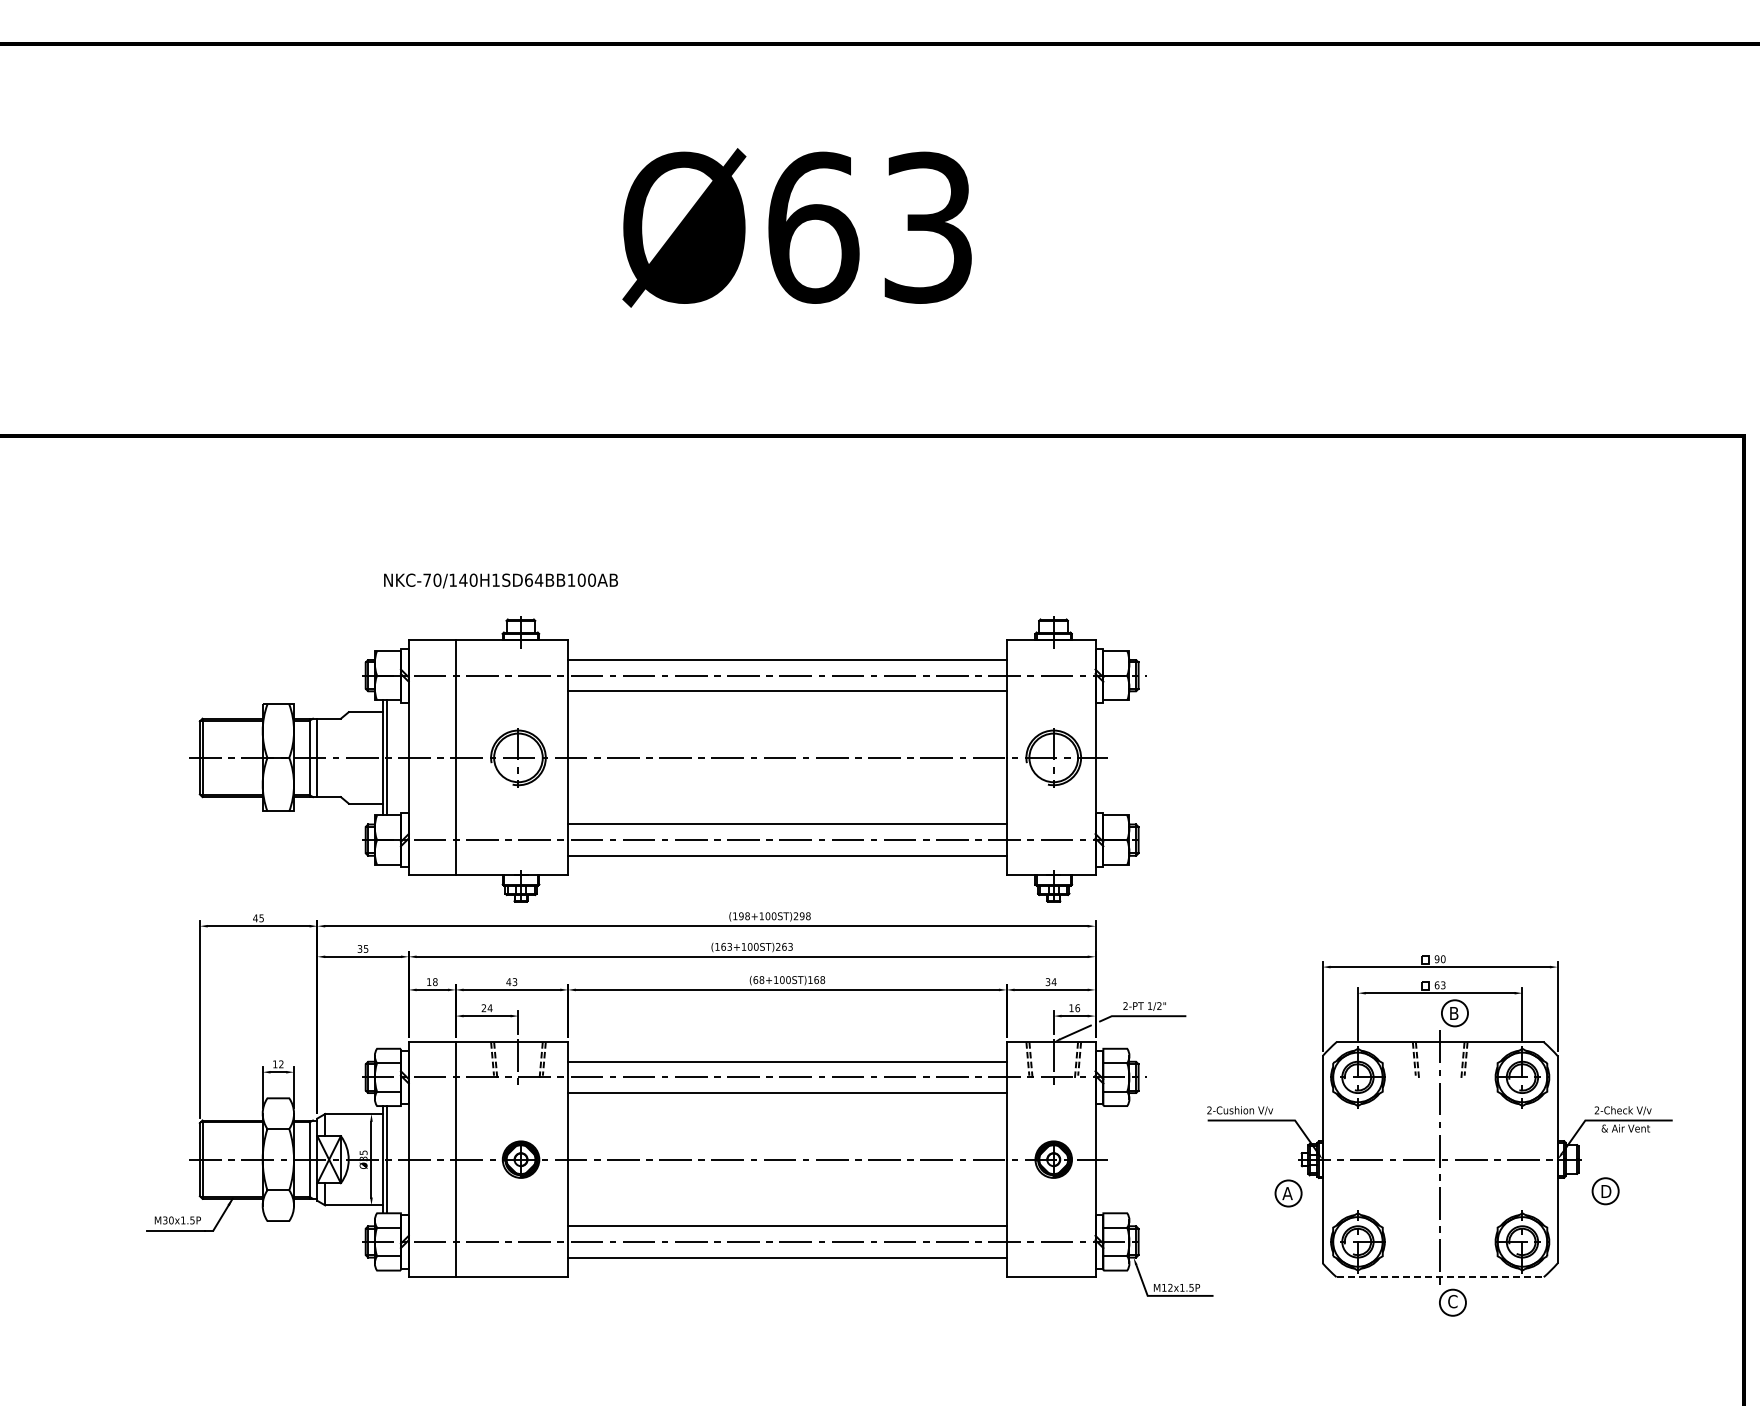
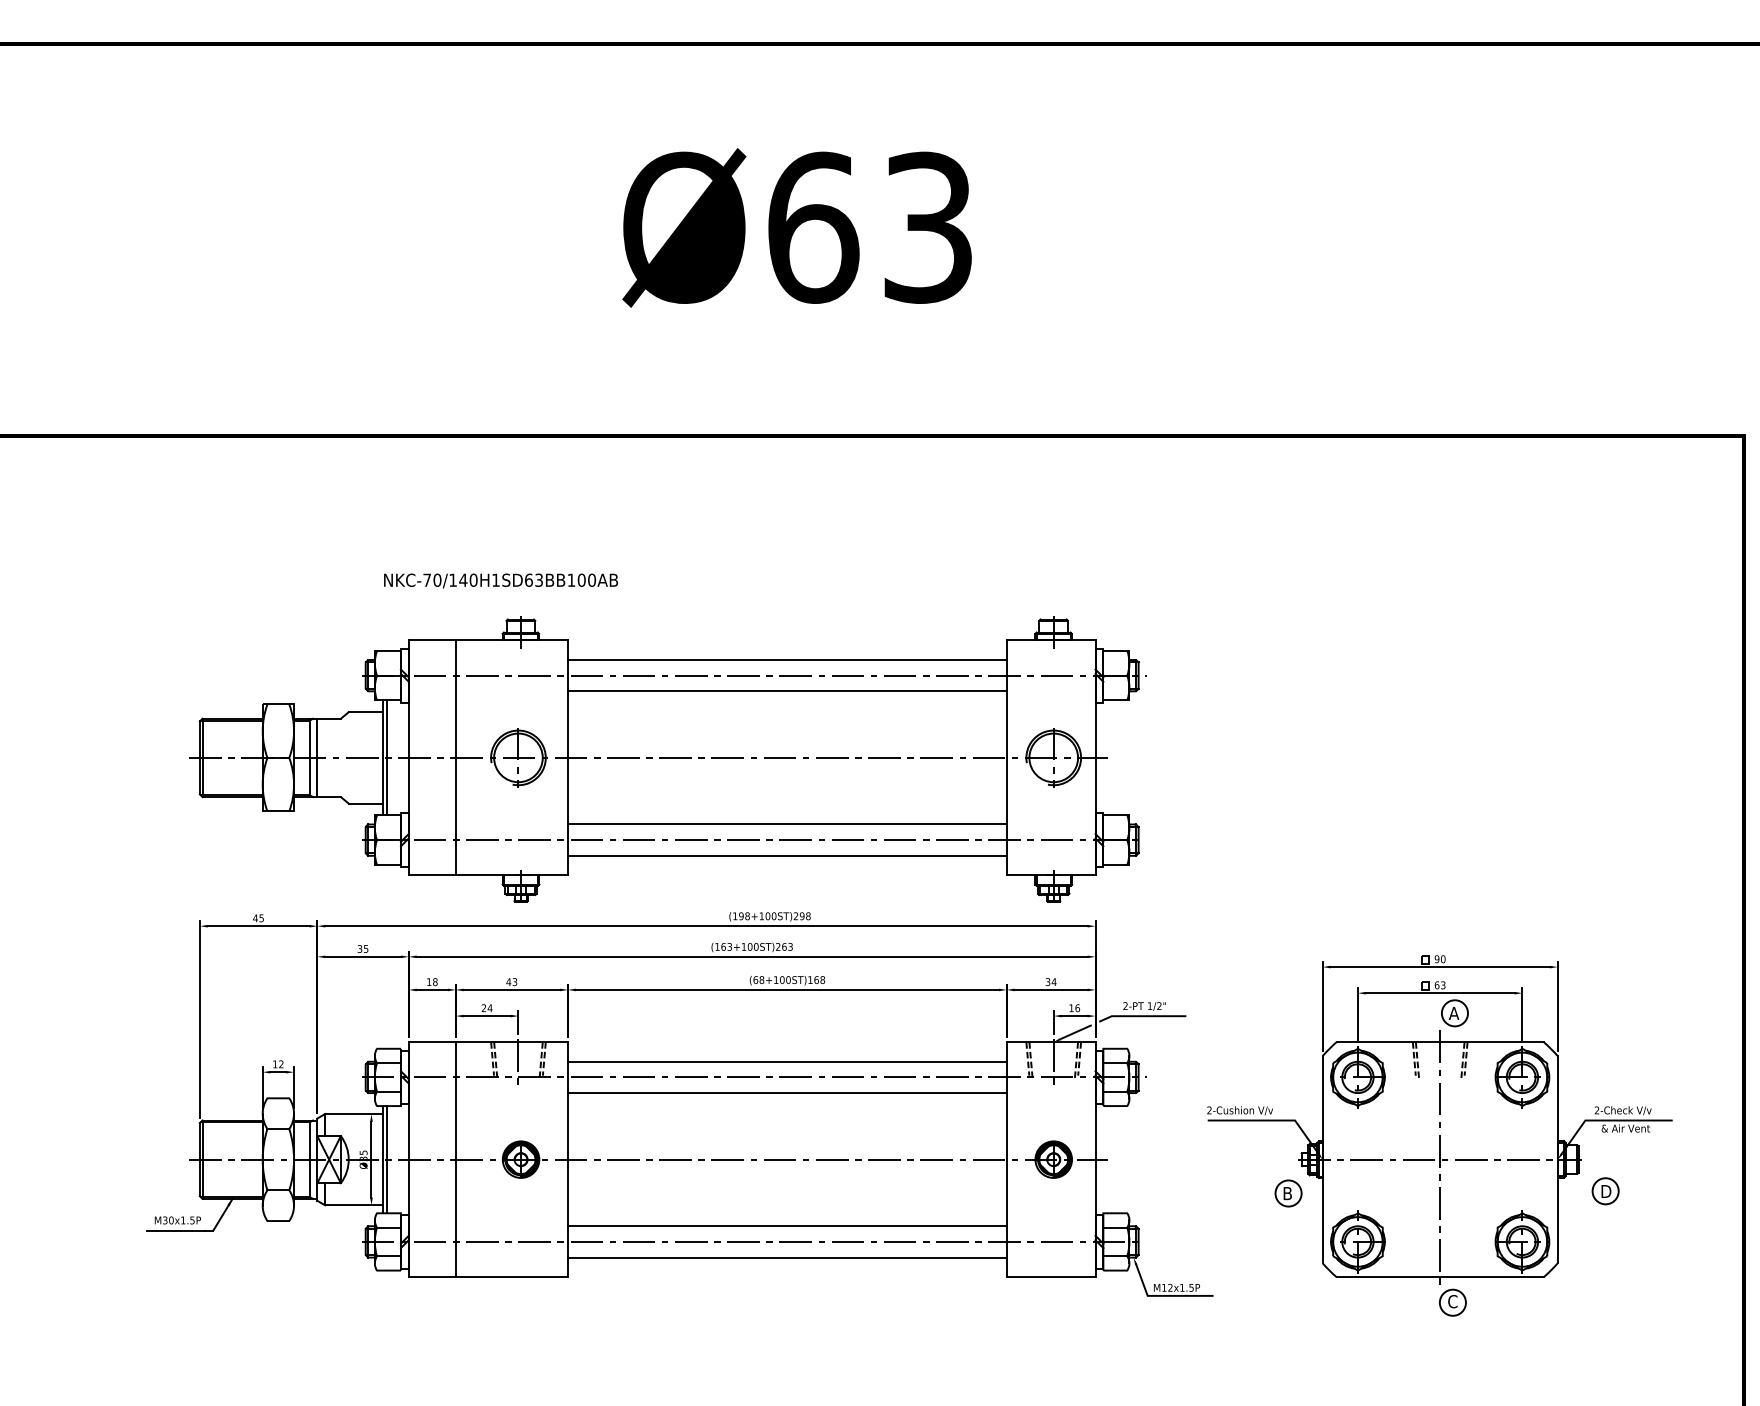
text at (538, 579): NKC-70/140H1SD64BB100AB -> NKC-70/140H1SD63BB100AB
text at (1453, 1013): B -> A
text at (1287, 1193): A -> B
line at (1440, 1277): dashed -> solid
